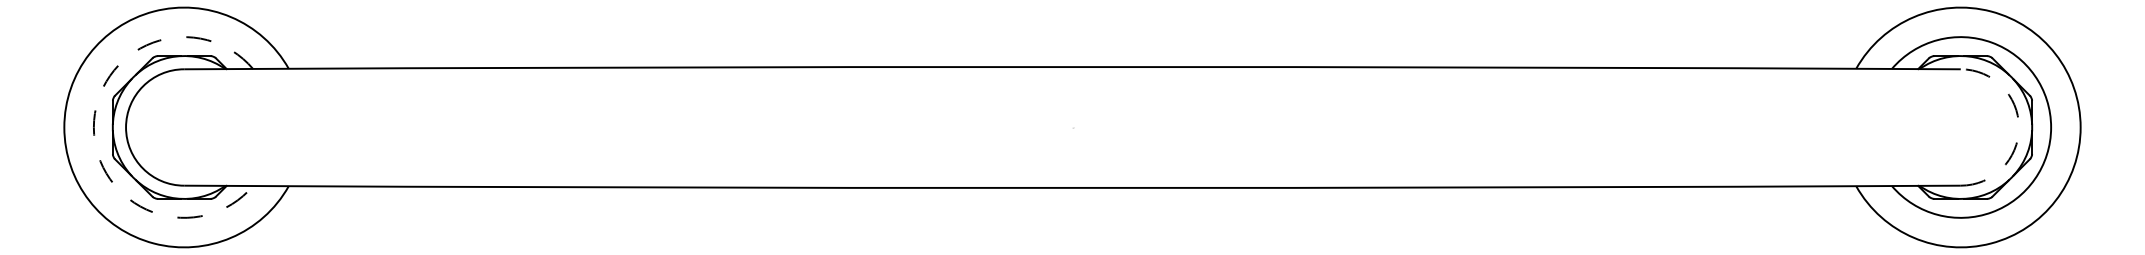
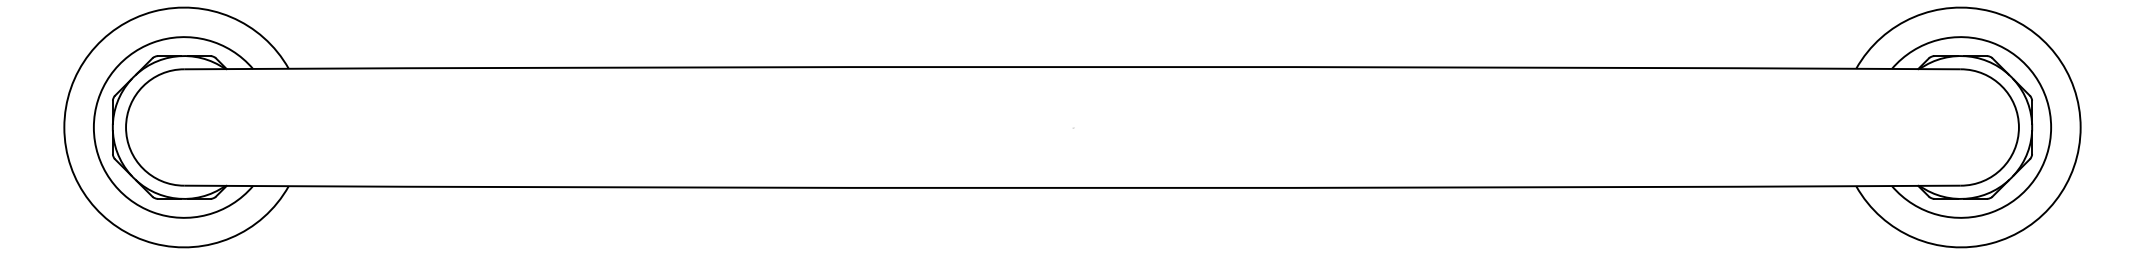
arc at (93, 127): dashed -> solid
arc at (2018, 127): dashed -> solid
